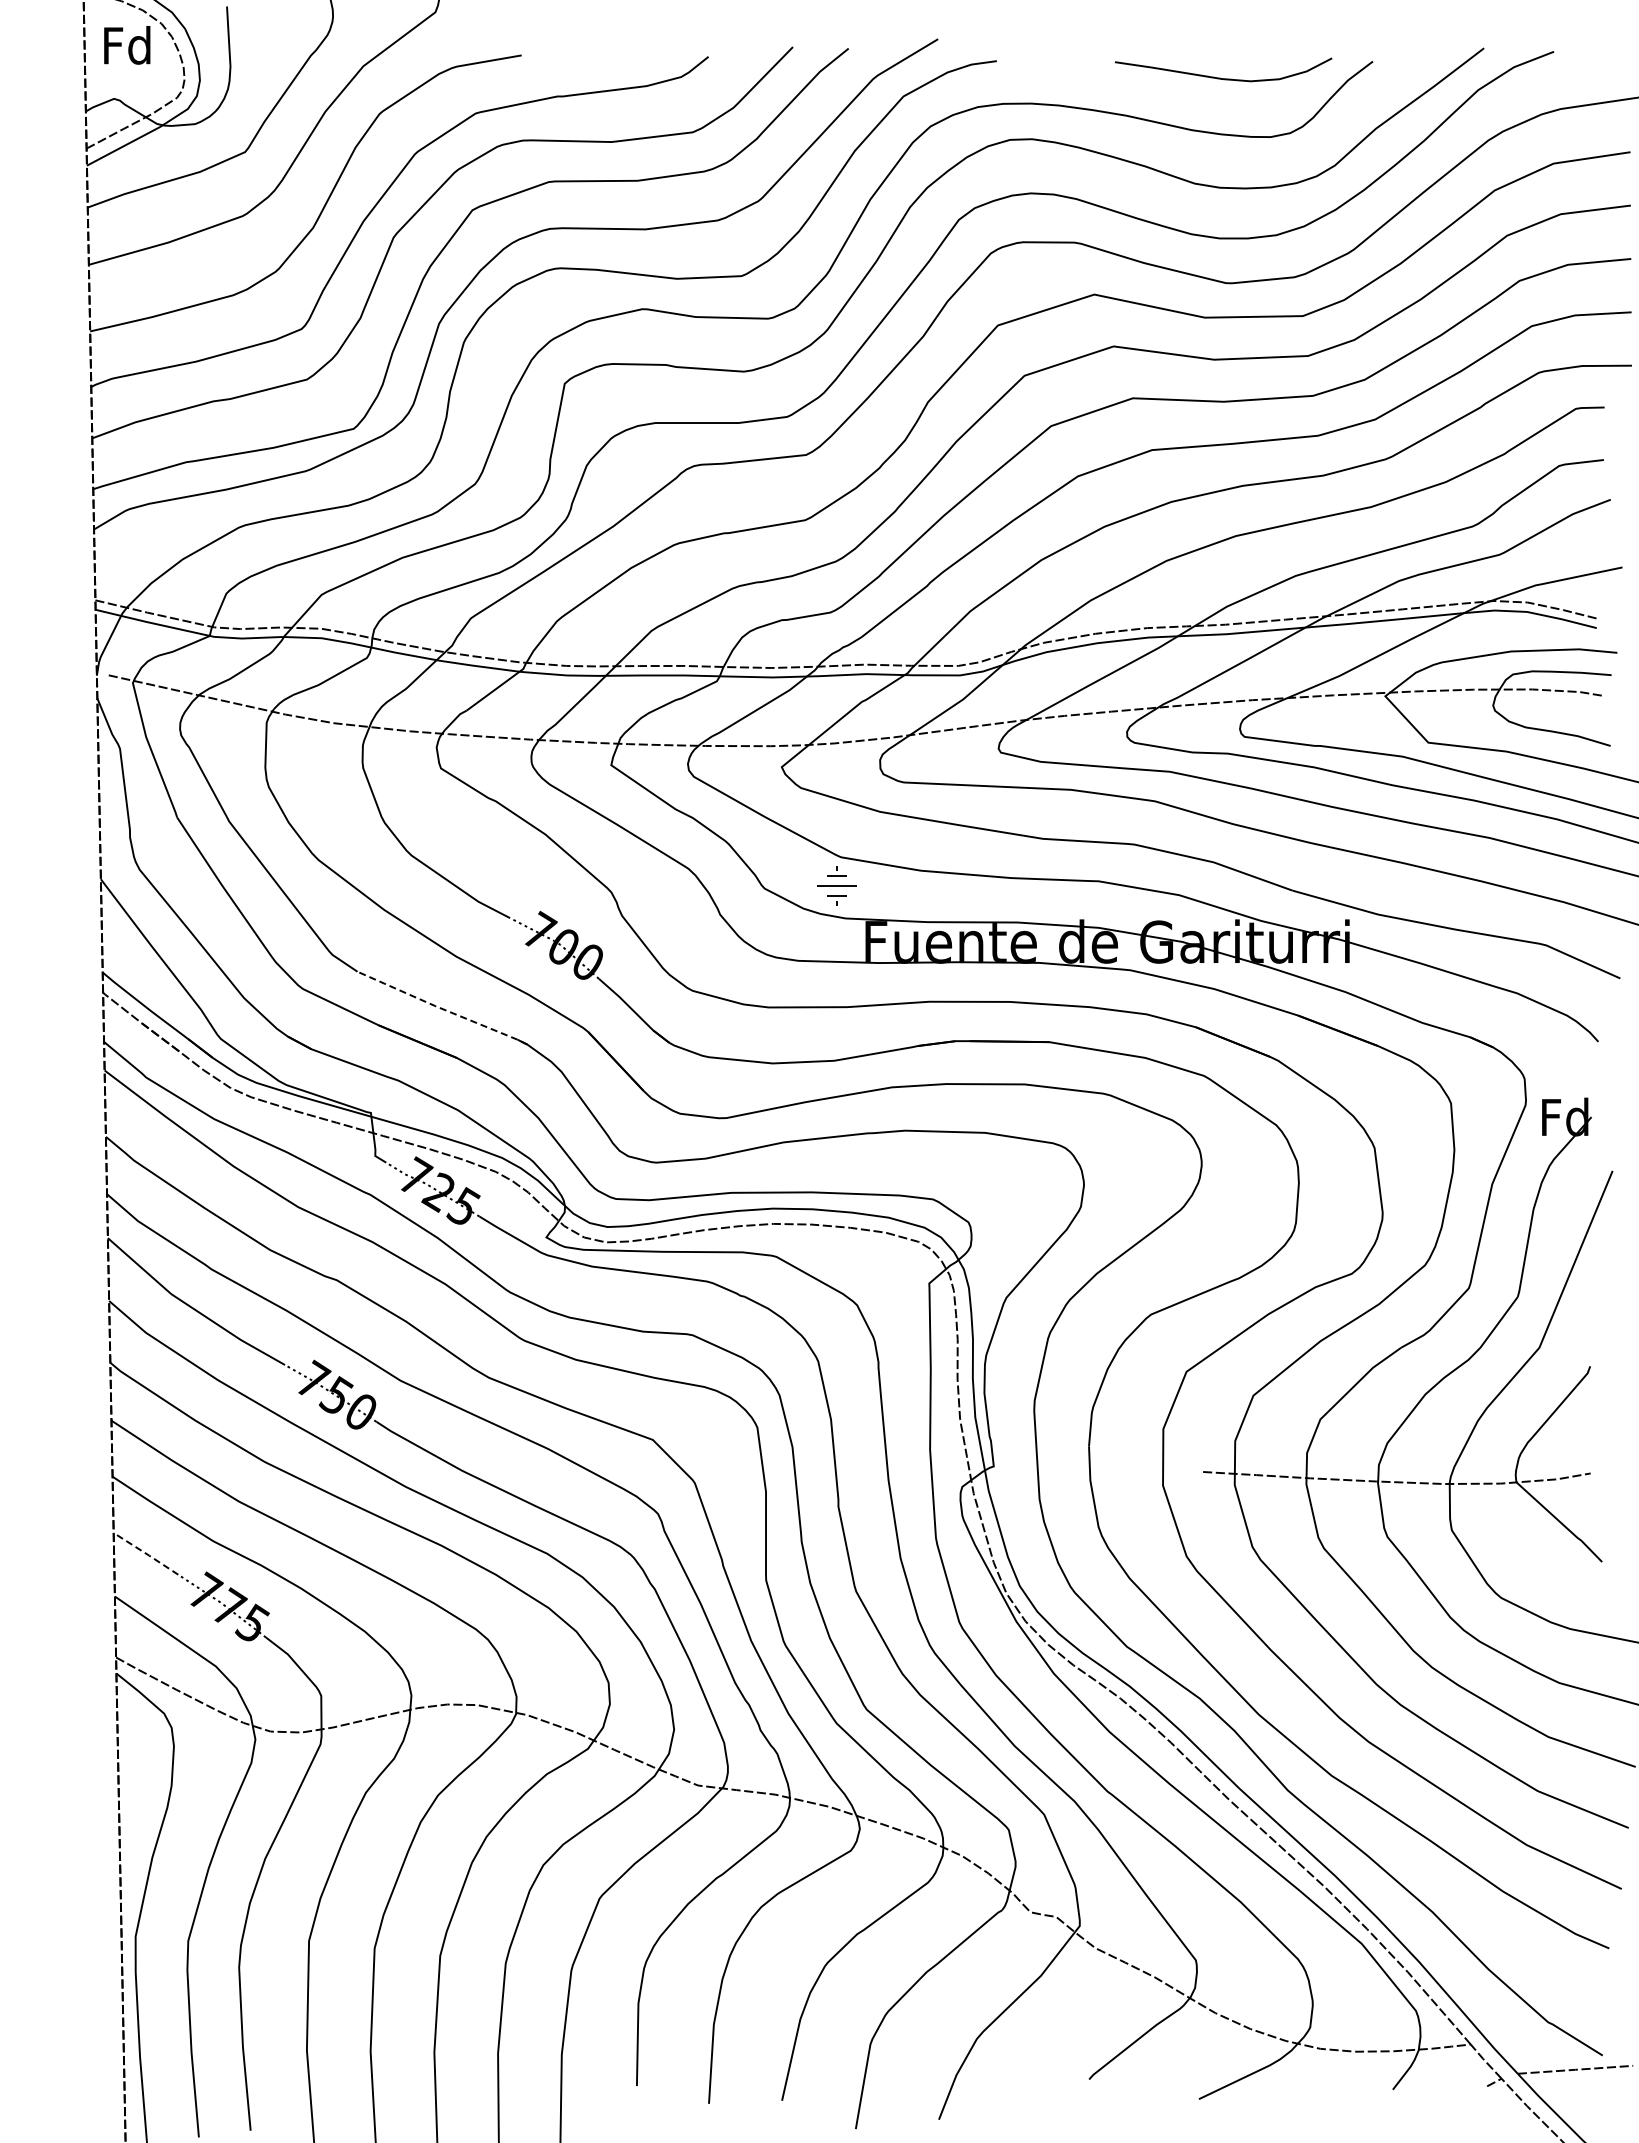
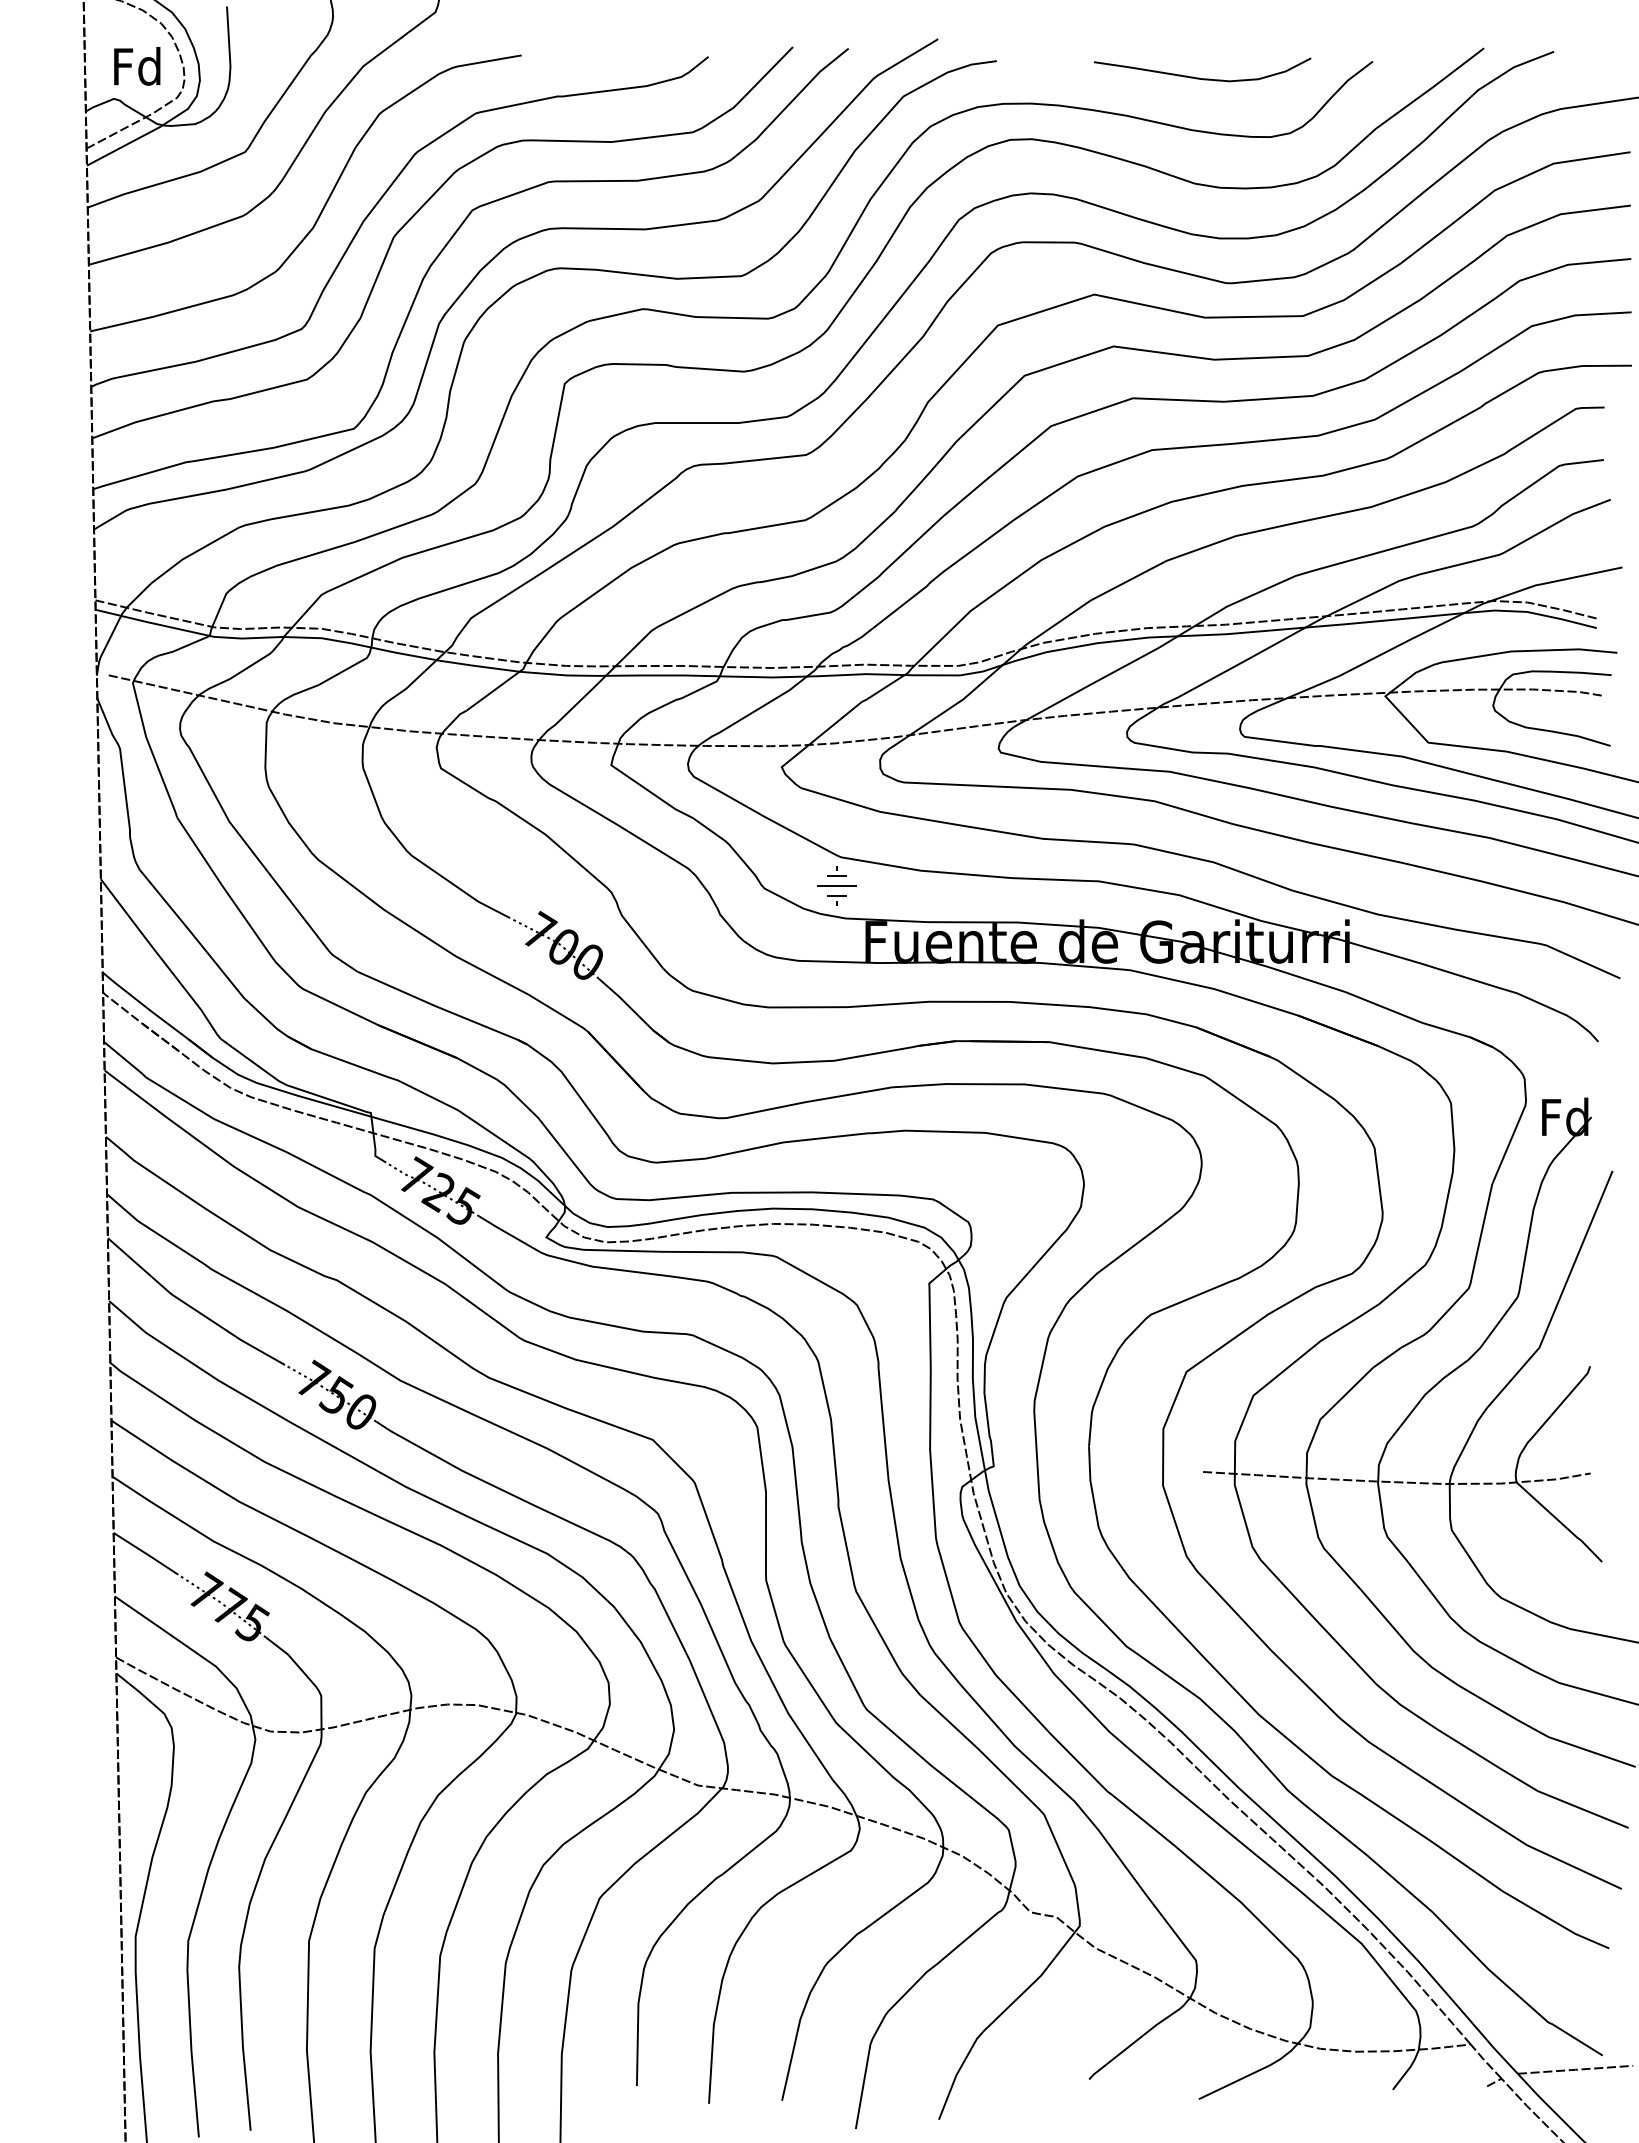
text at (127, 45) position: (127, 45) -> (137, 66)
curve at (1220, 77) position: (1220, 77) -> (1199, 77)
line at (442, 1008): dashed -> solid
line at (146, 1553): dashed -> solid
